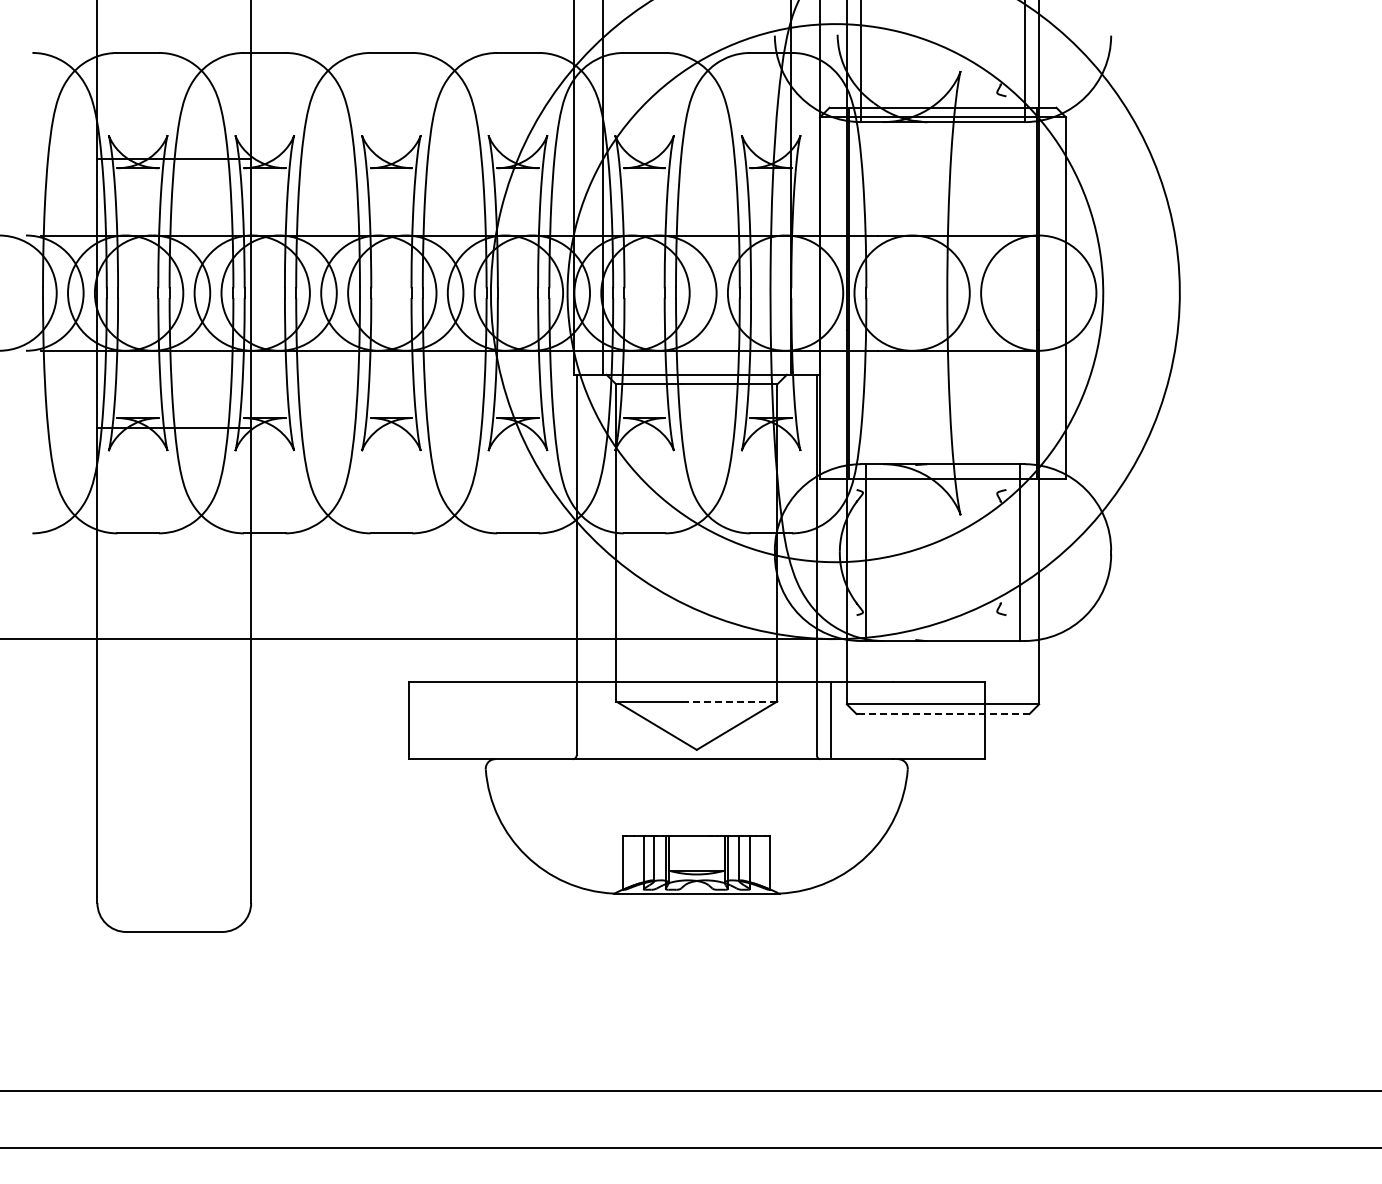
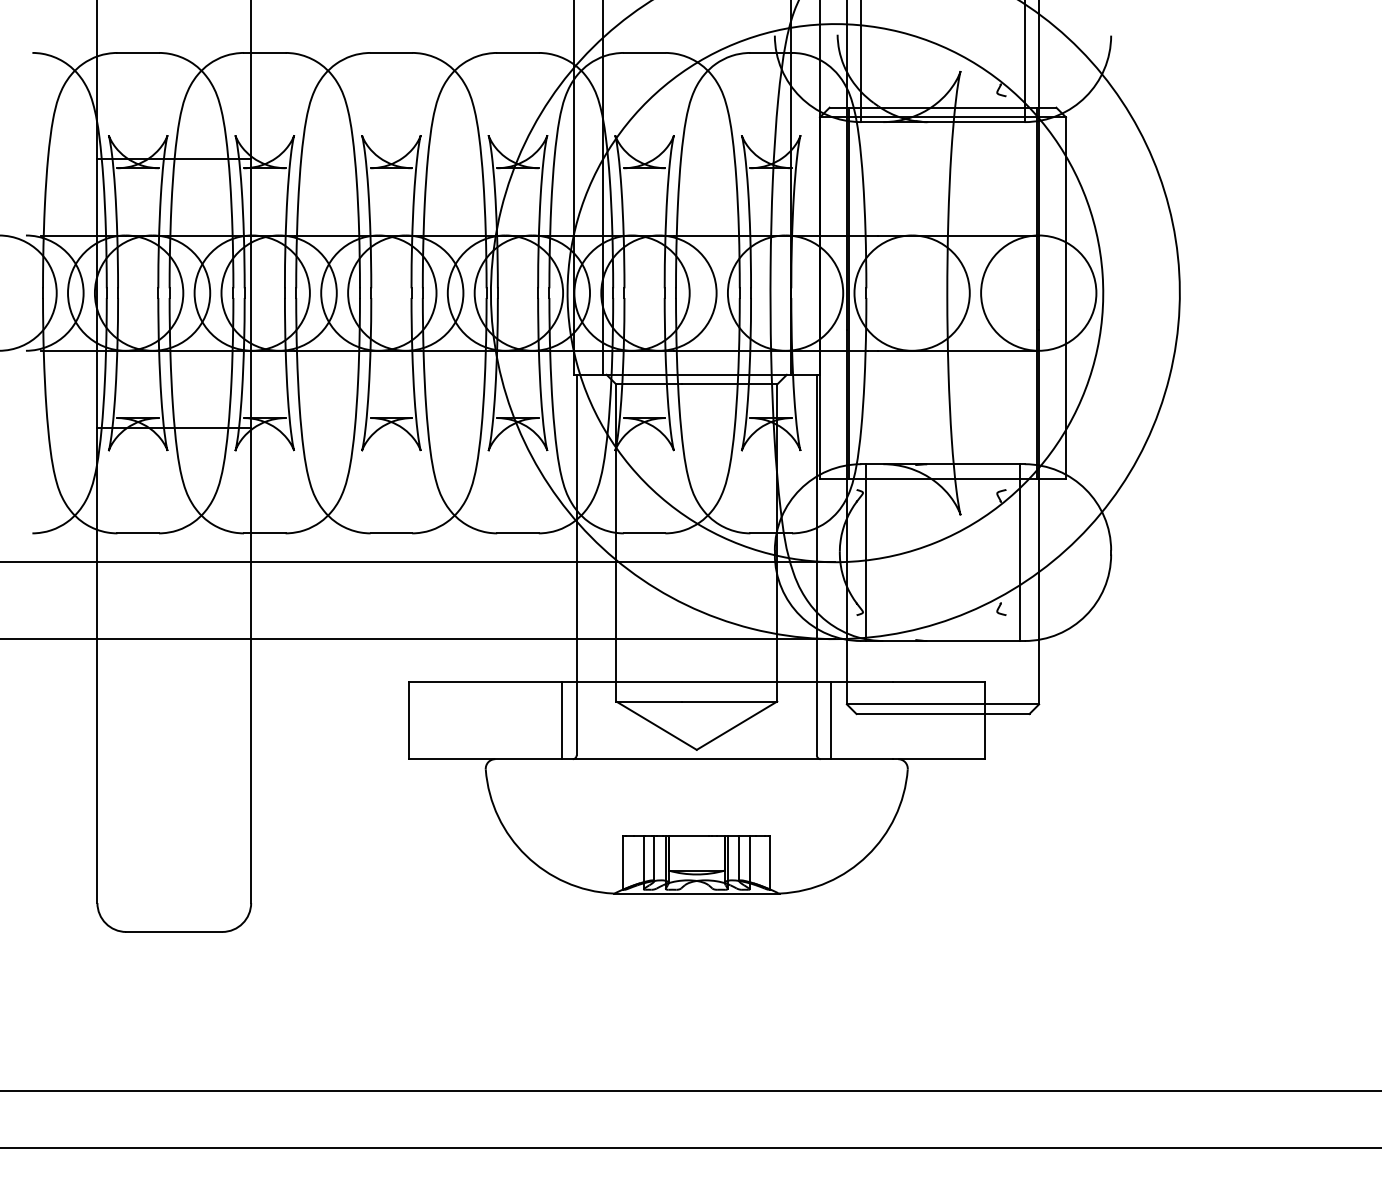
line at (418, 562): none -> present
line at (729, 701): dashed -> solid
line at (942, 714): dashed -> solid
line at (562, 720): none -> present
